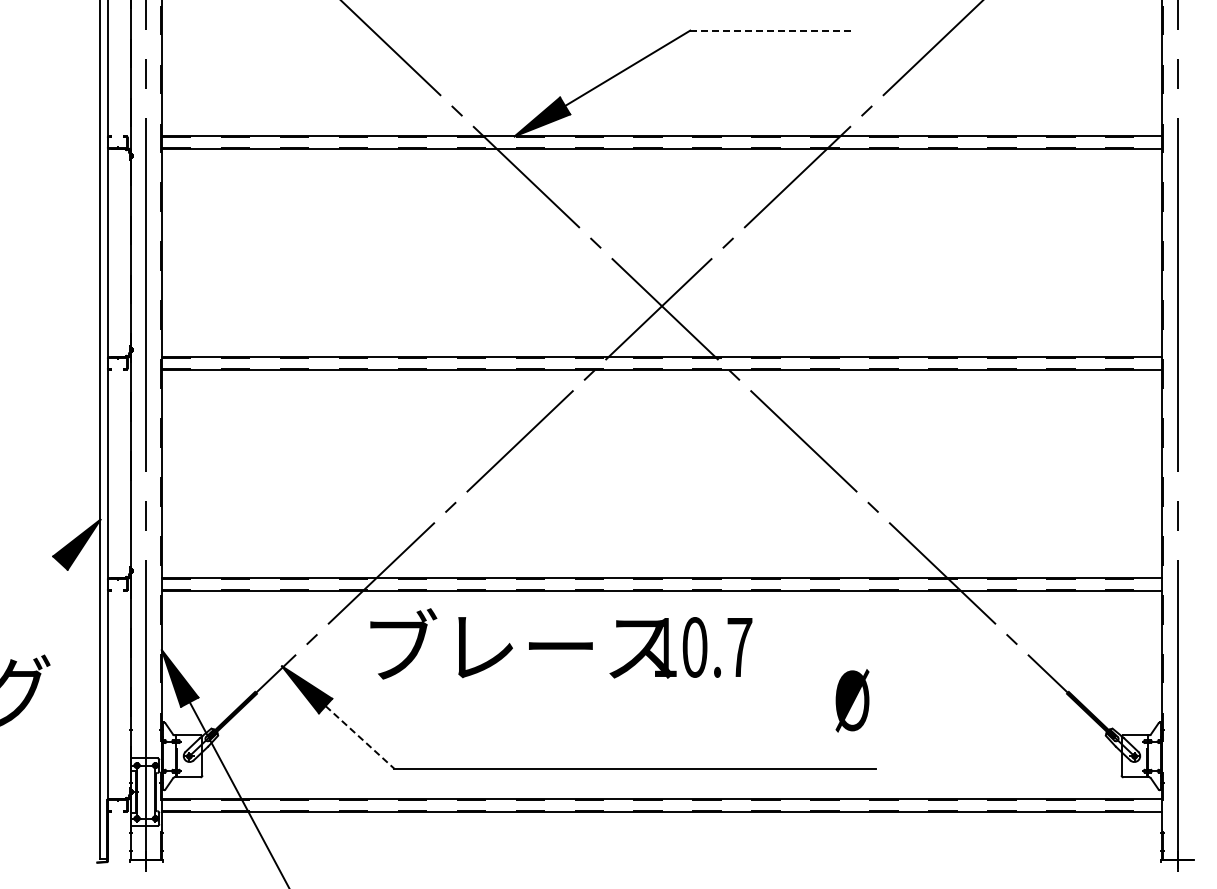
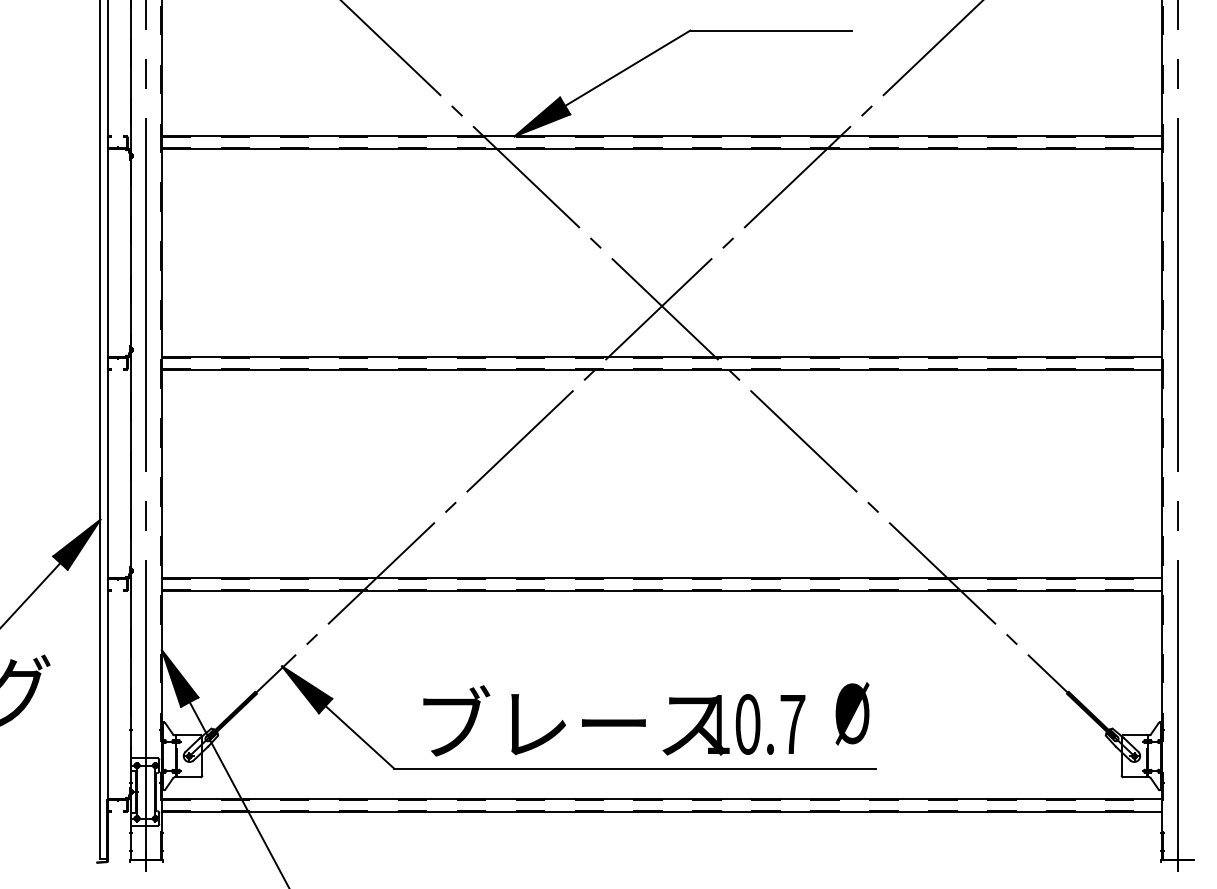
line at (771, 30): dashed -> solid
line at (31, 594): none -> present
text at (561, 643) position: (561, 643) -> (614, 720)
text at (852, 700) position: (852, 700) -> (852, 713)
line at (360, 737): dashed -> solid
